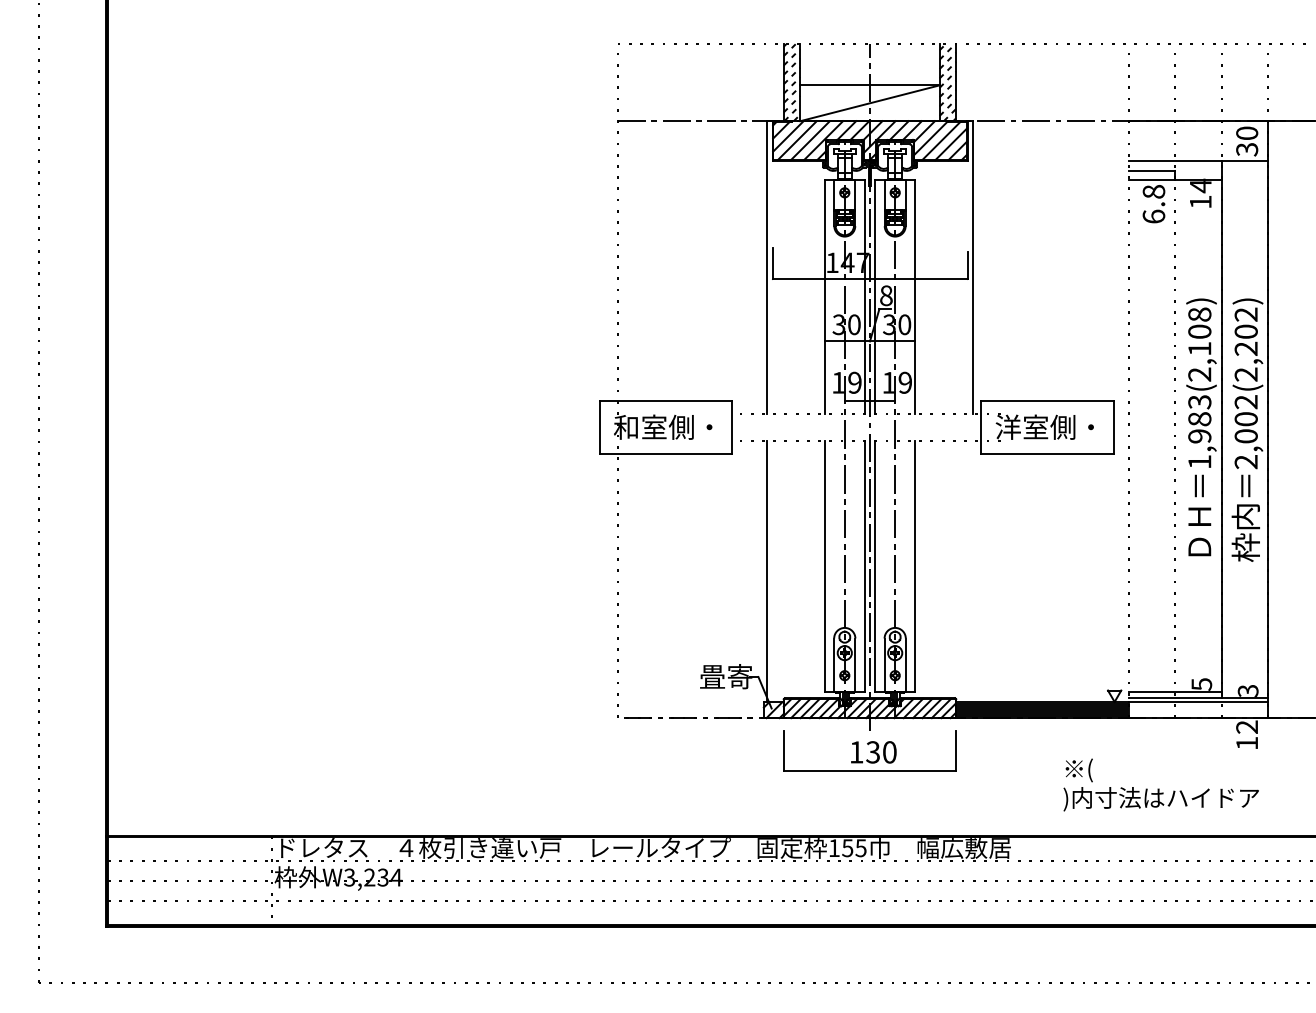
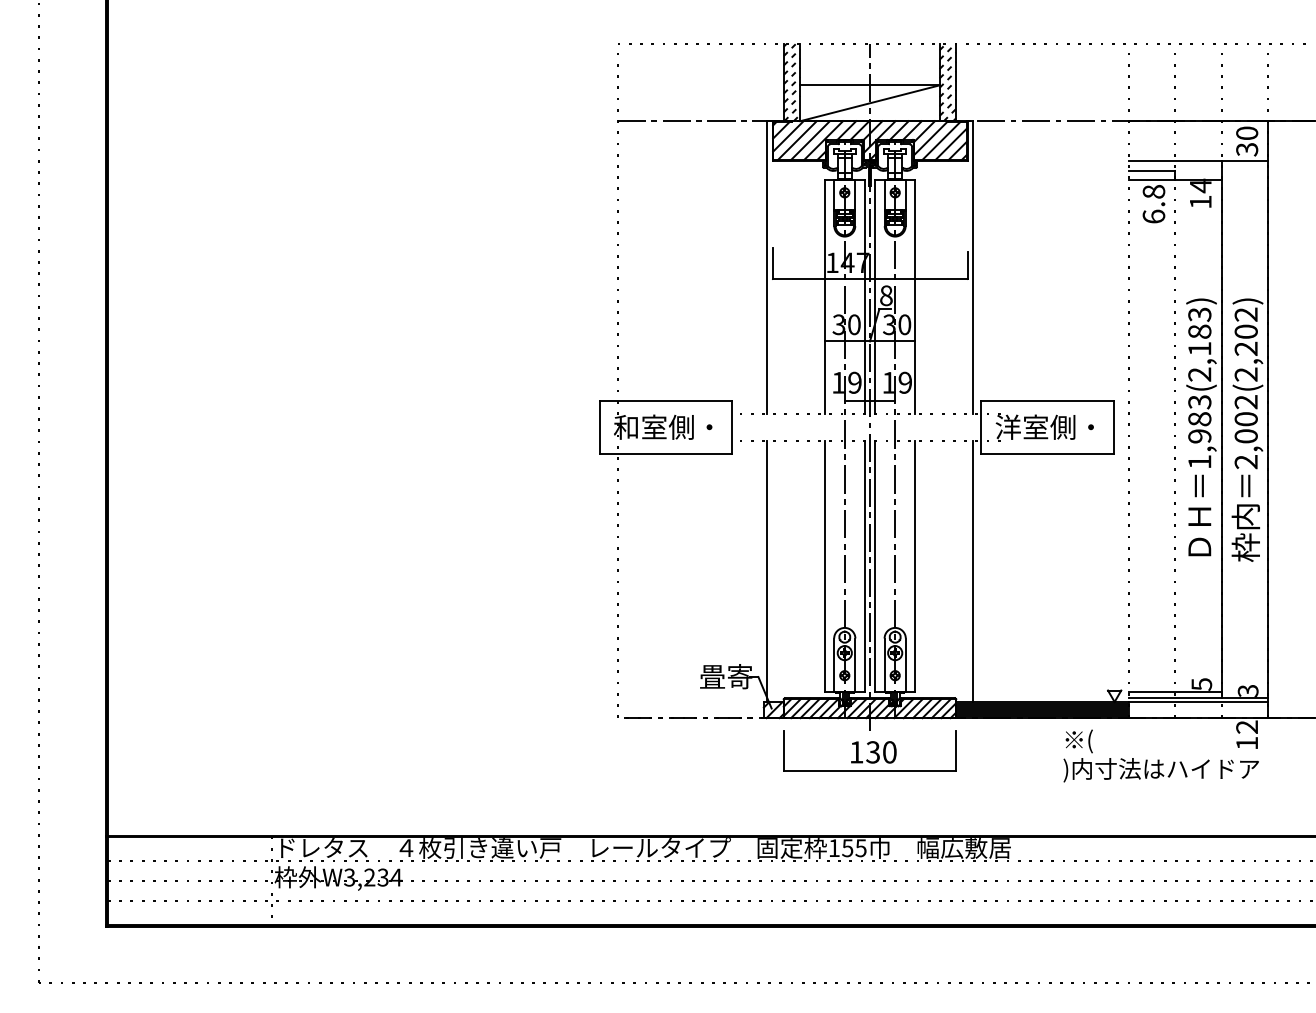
text at (1199, 322): 1,983(2,108) -> 1,983(2,183)
line at (972, 571): none -> present
text at (1160, 784) position: (1160, 784) -> (1160, 755)
